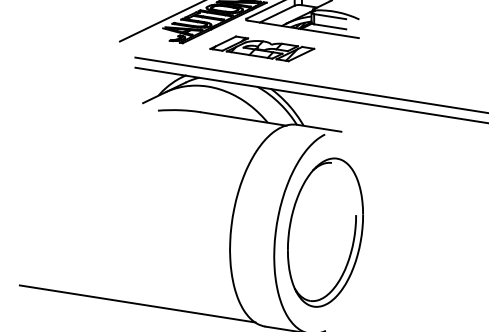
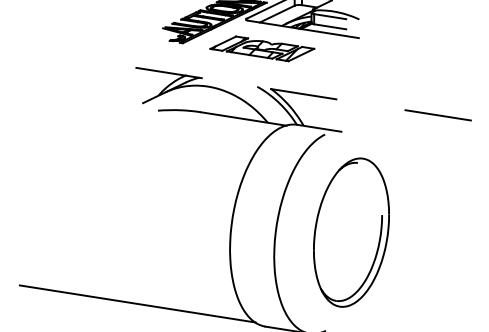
line at (160, 21): present -> none
line at (310, 84): present -> none
line at (312, 95): solid -> dashed
part at (325, 232) position: (325, 232) -> (351, 232)
